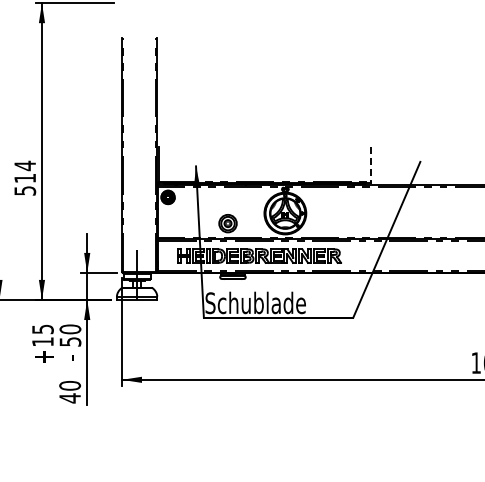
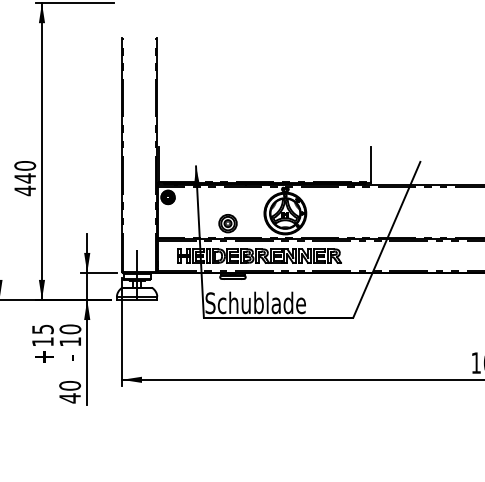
line at (371, 165): dashed -> solid
text at (25, 178): 514 -> 440
text at (70, 341): 50 -> 10
